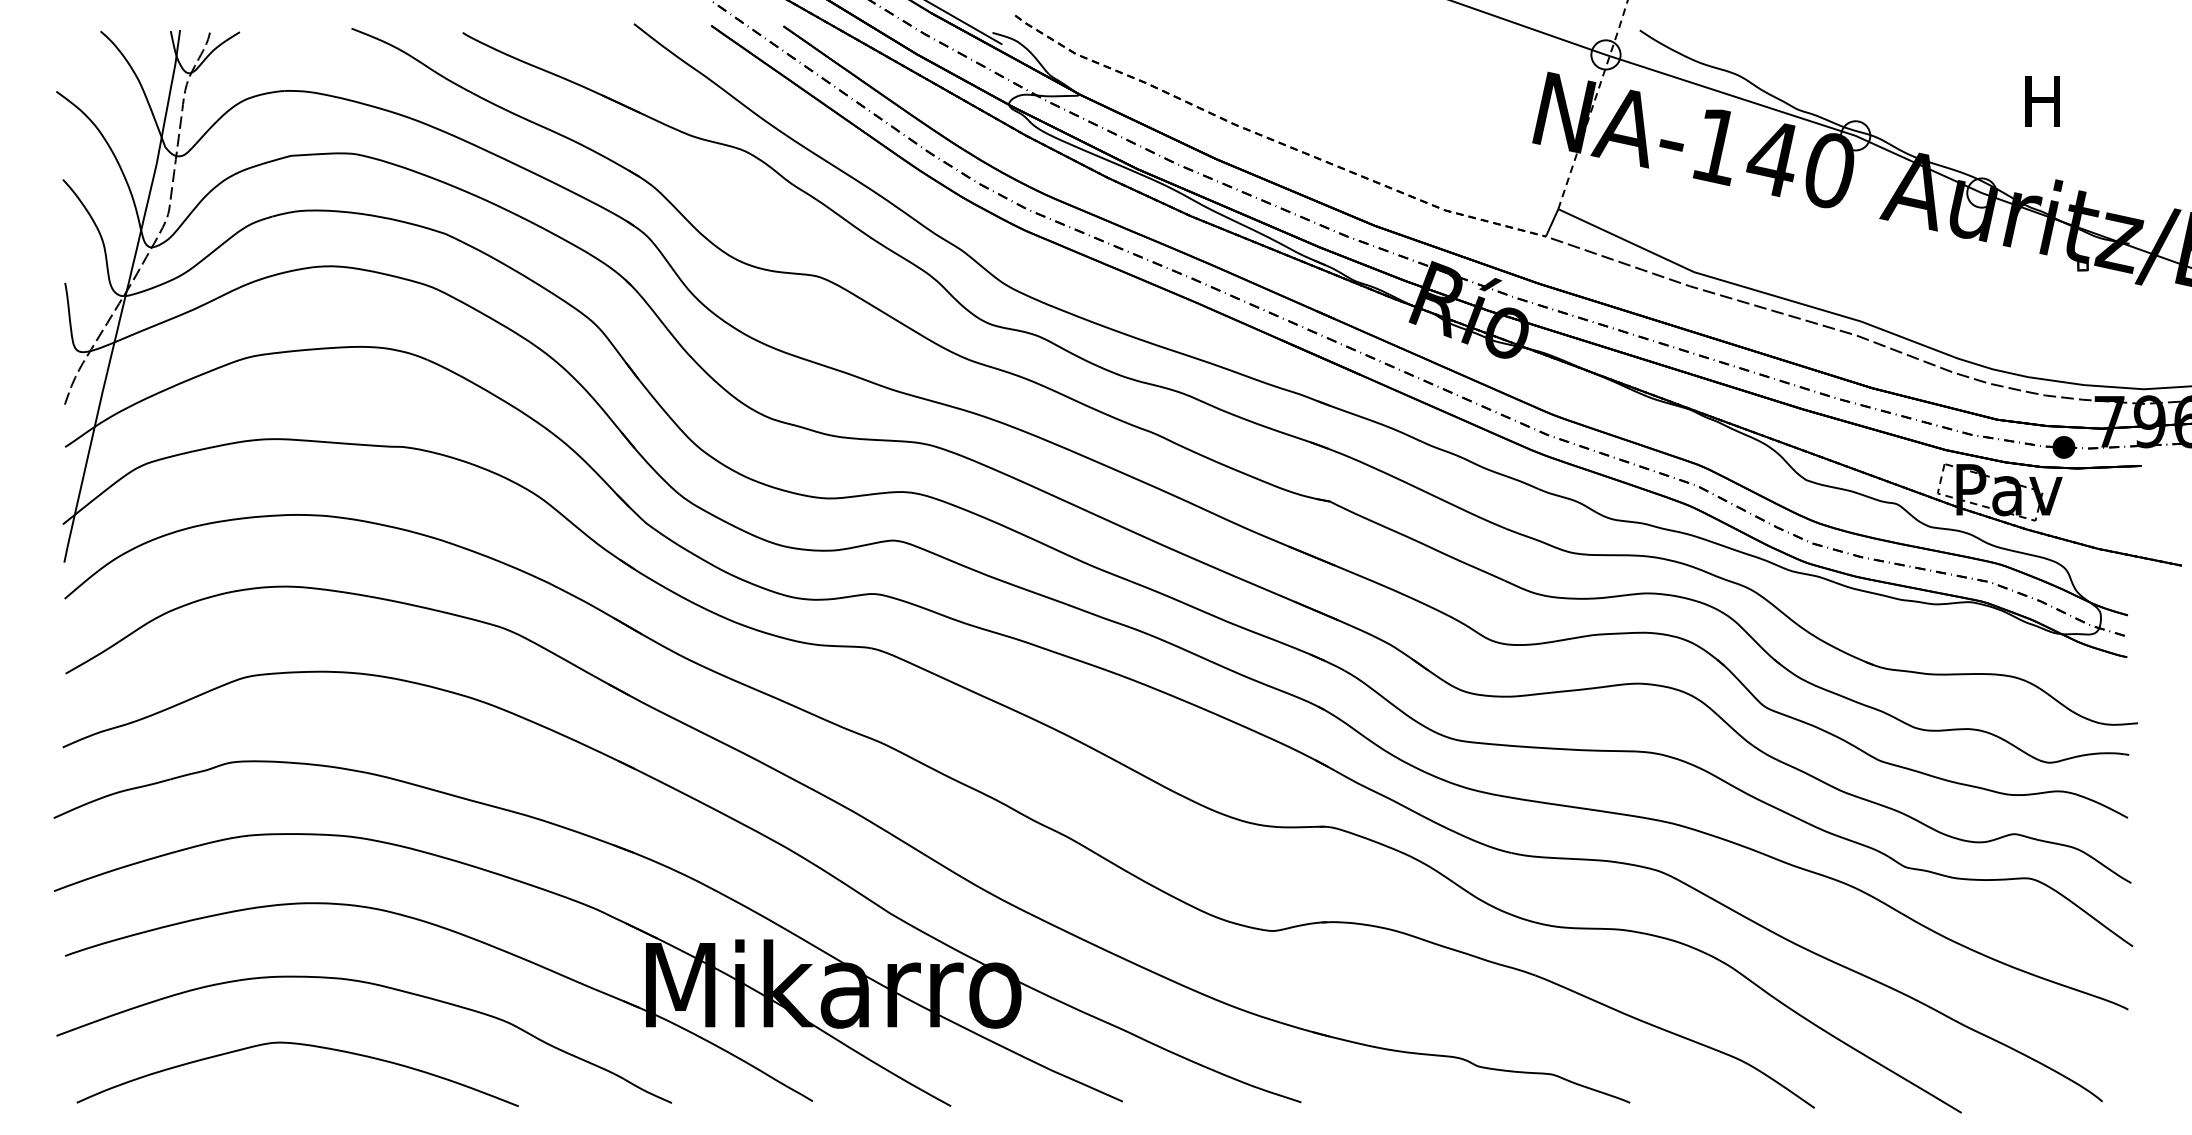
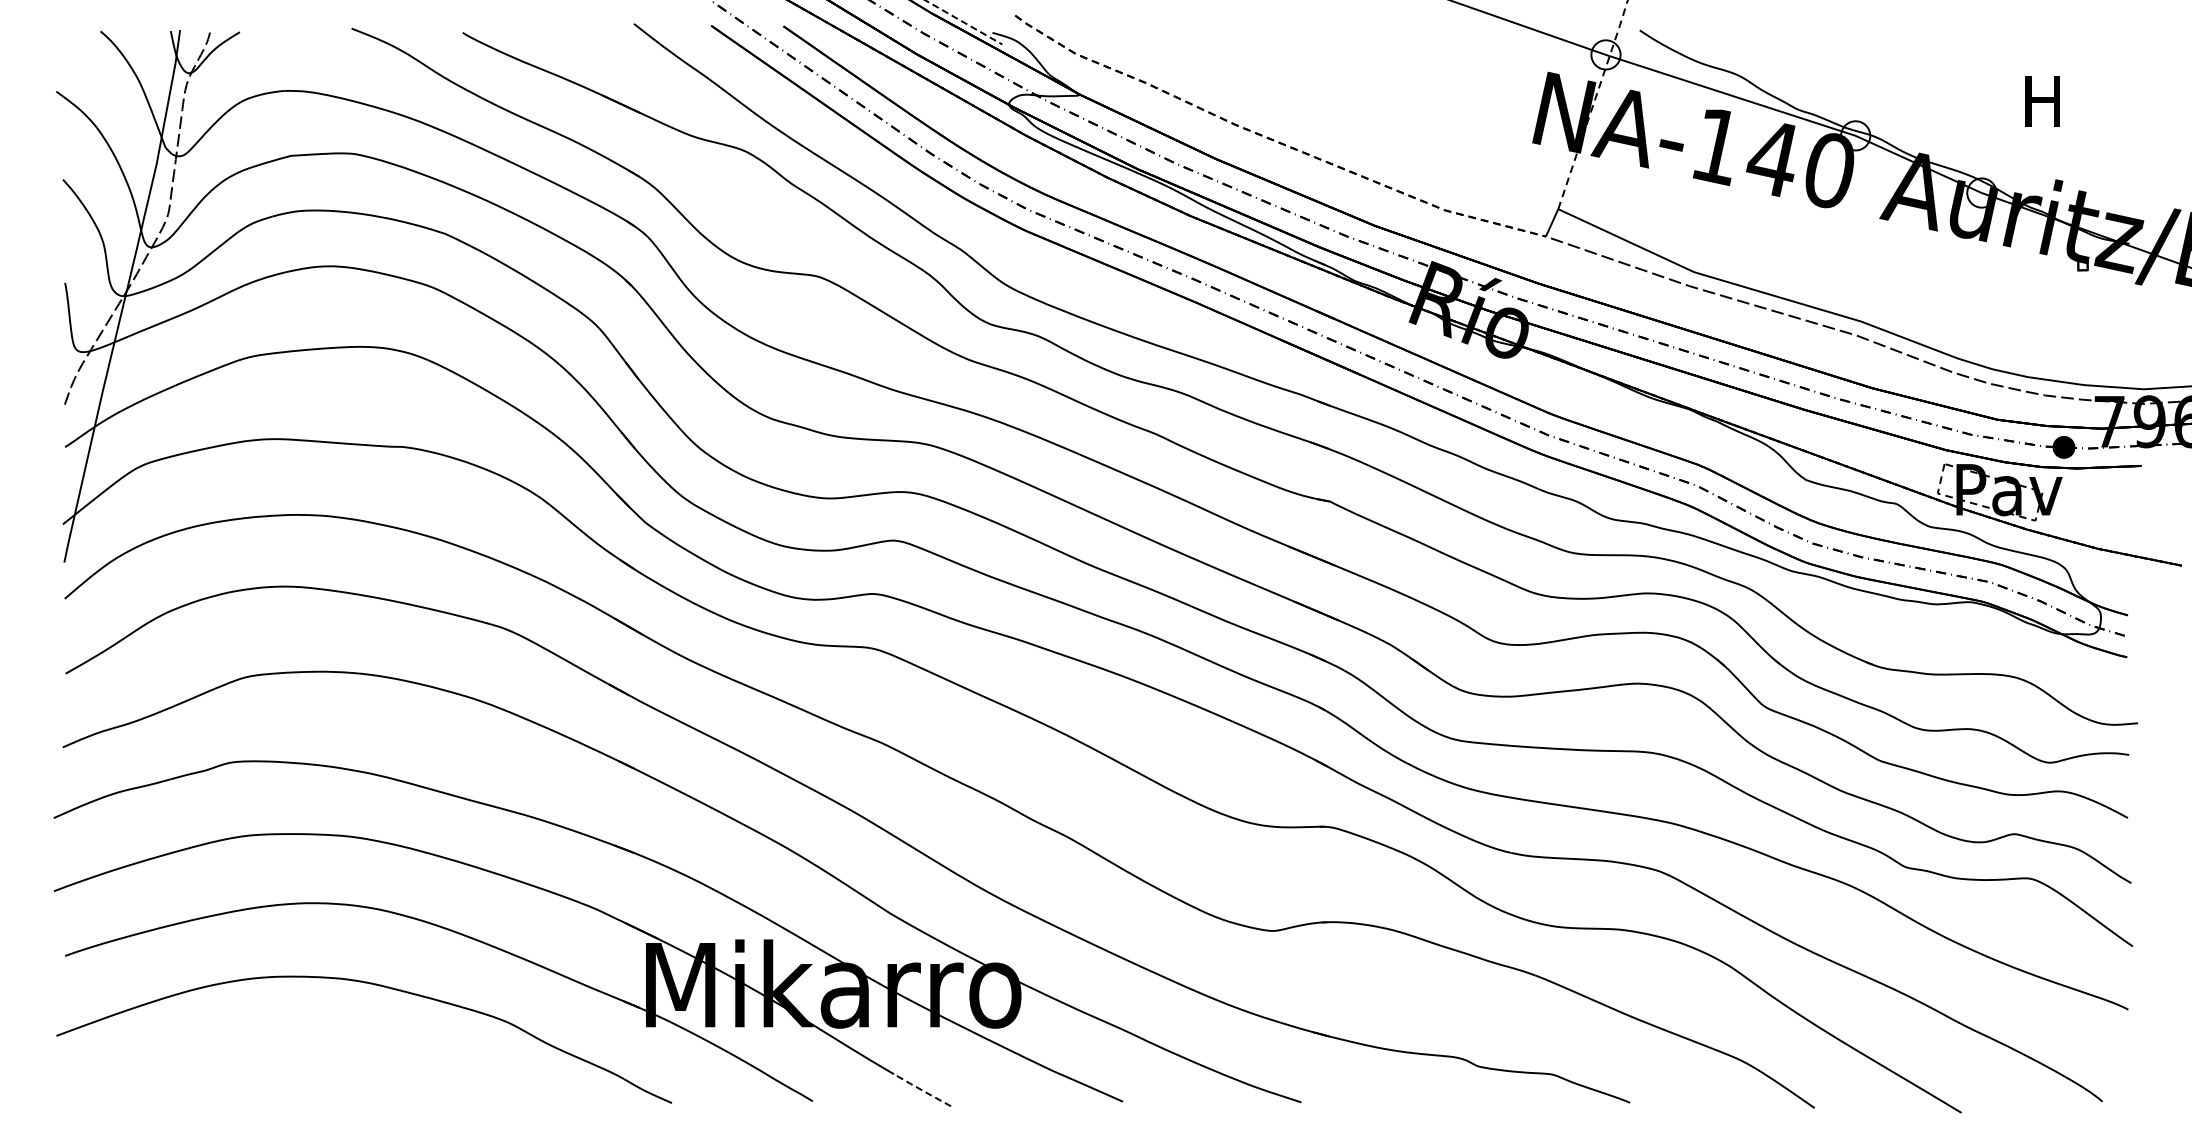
line at (963, 22): solid -> dashed
curve at (301, 1045): present -> none
line at (922, 1090): solid -> dashed
